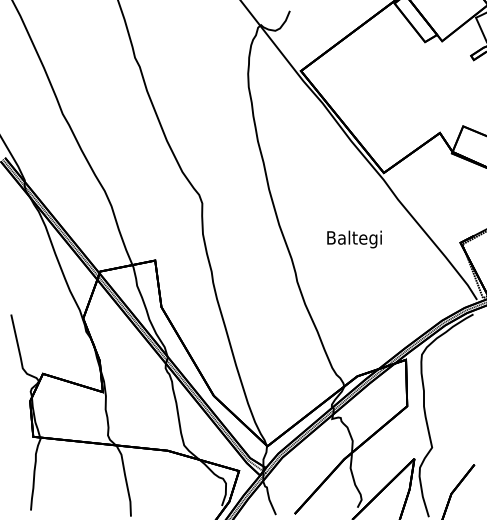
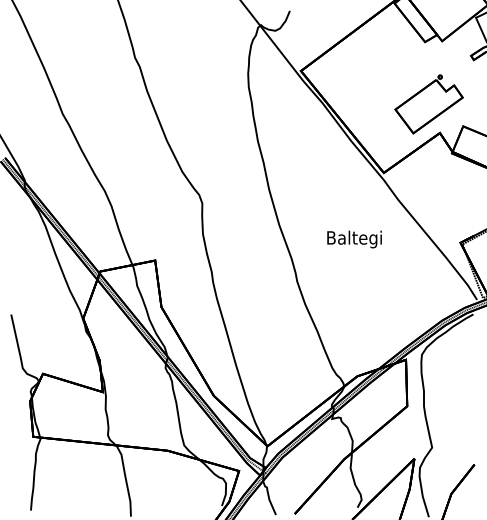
part at (428, 104): none -> present
